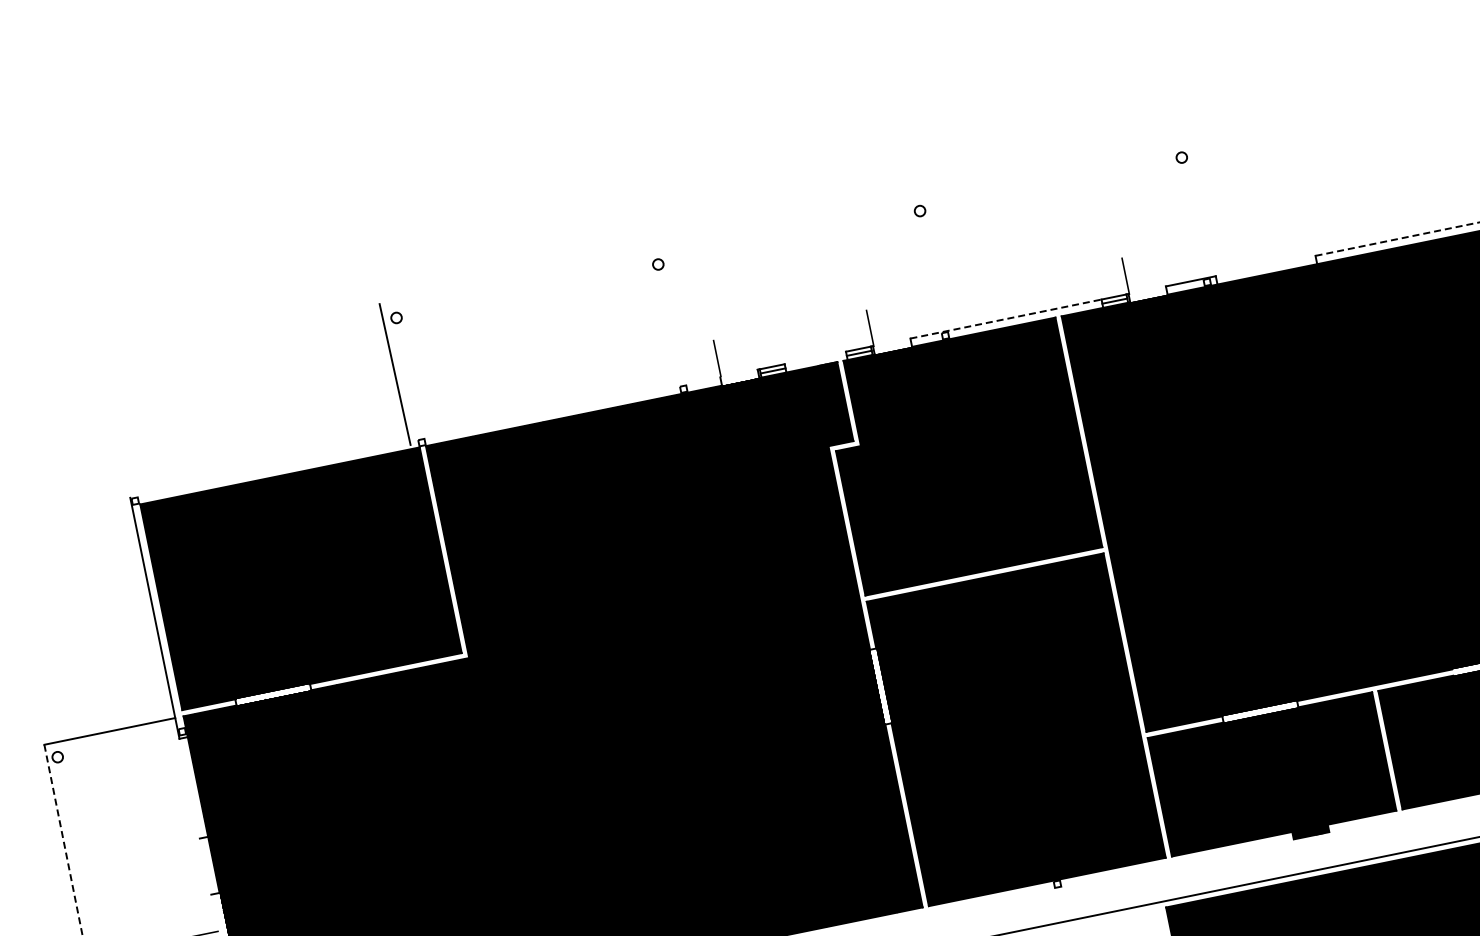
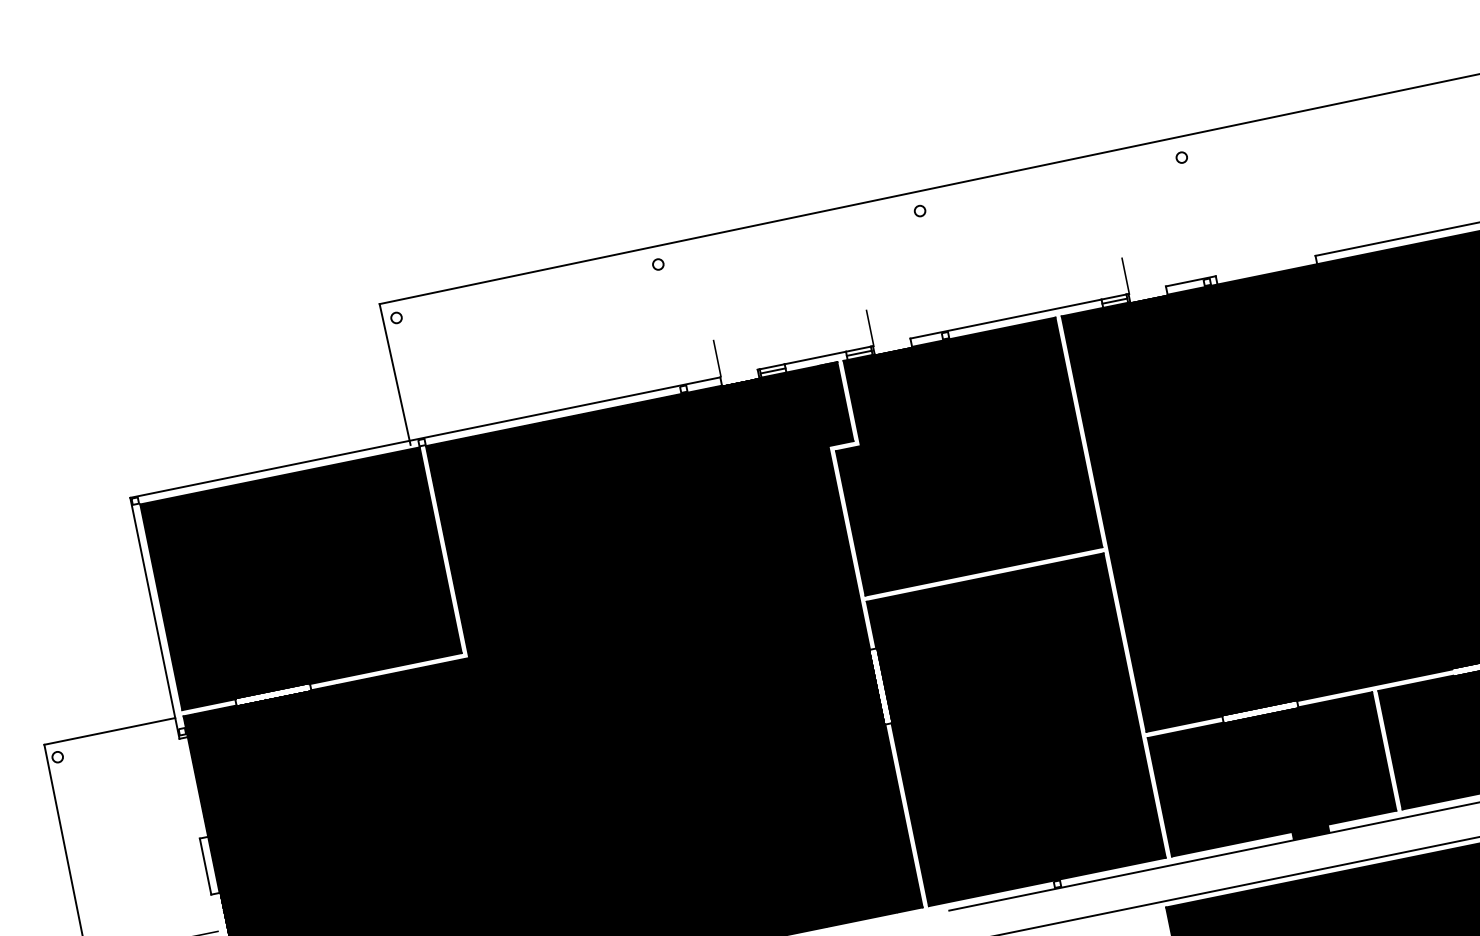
line at (927, 189): none -> present
line at (1397, 239): dashed -> solid
line at (1005, 319): dashed -> solid
line at (815, 357): none -> present
line at (425, 437): none -> present
line at (63, 840): dashed -> solid
line at (1212, 856): none -> present
line at (205, 866): none -> present
